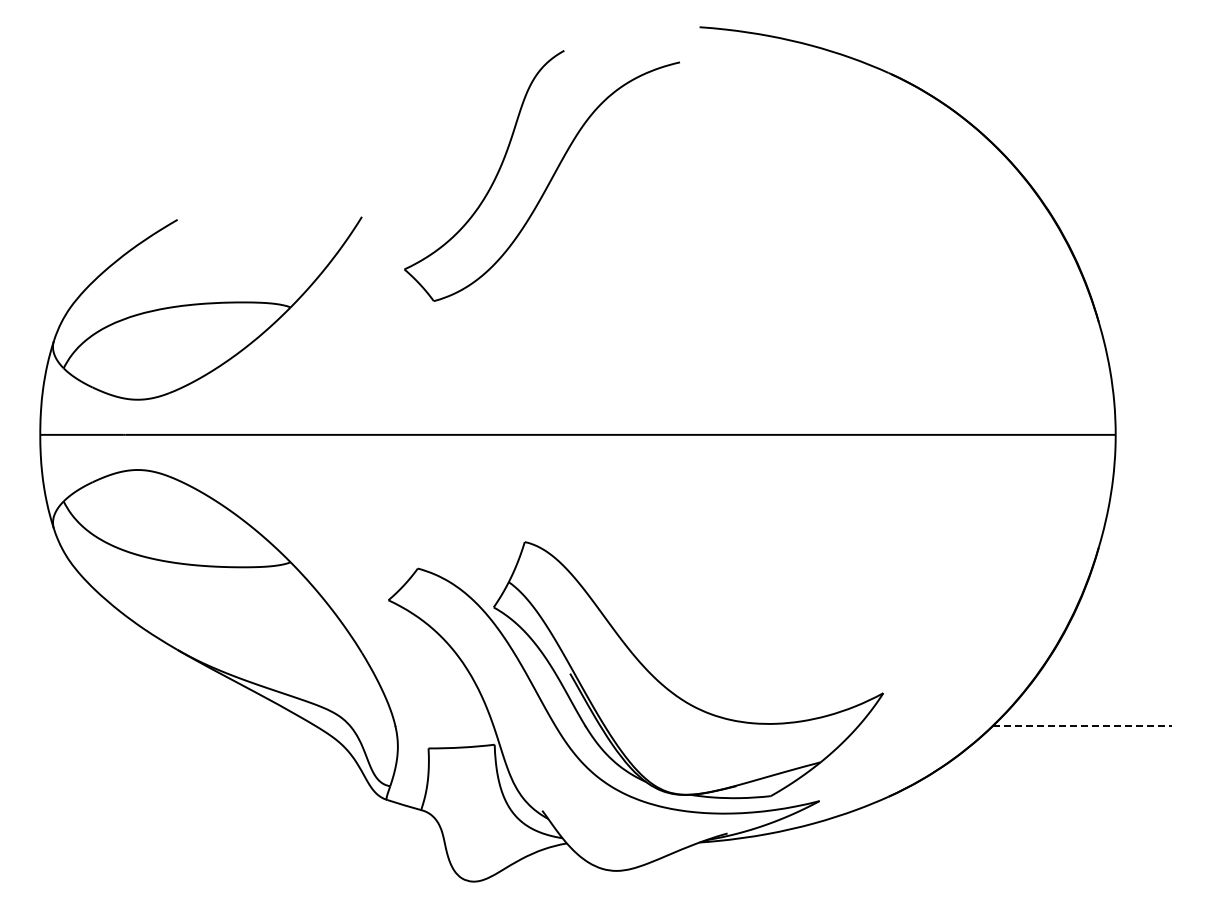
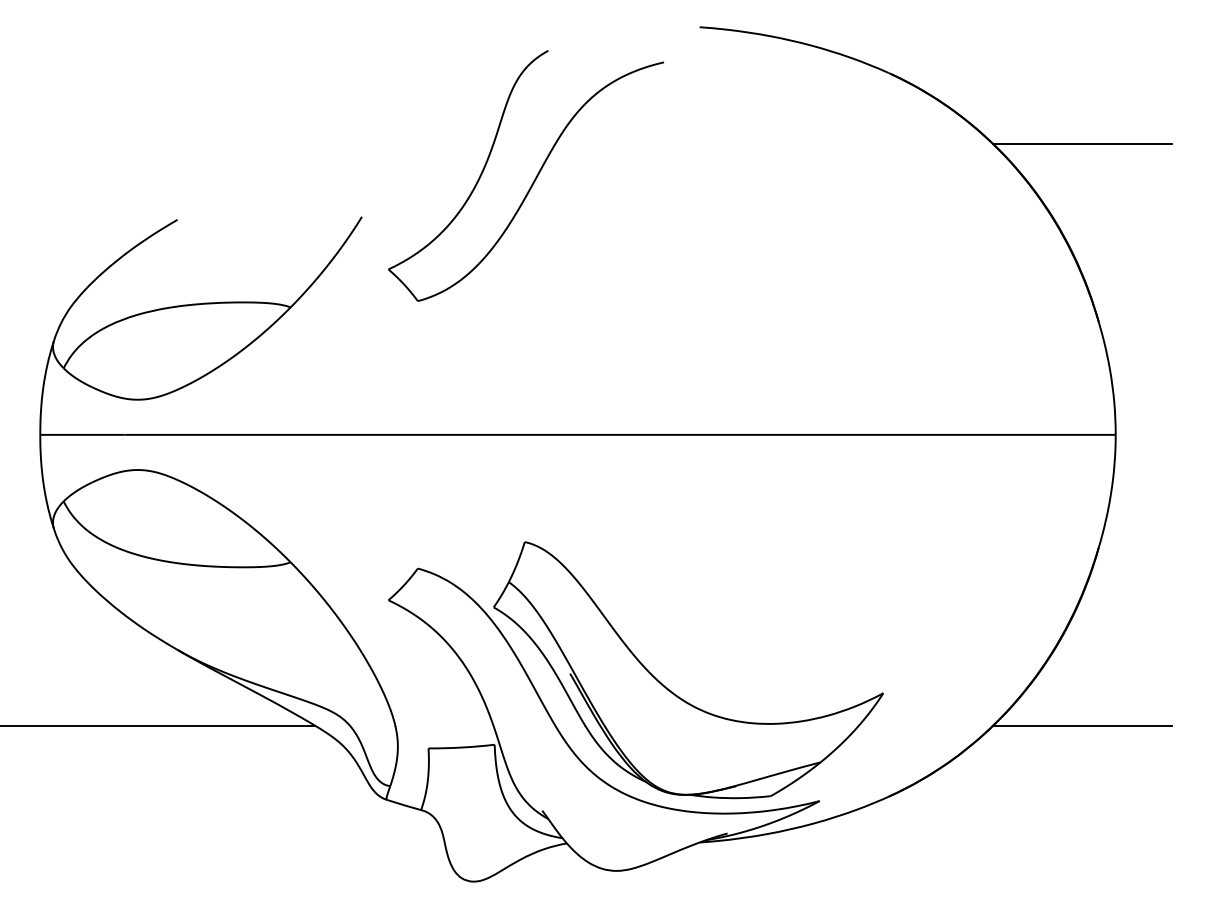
line at (1082, 143): none -> present
part at (549, 180) position: (549, 180) -> (533, 180)
line at (158, 725): none -> present
line at (1082, 725): dashed -> solid
